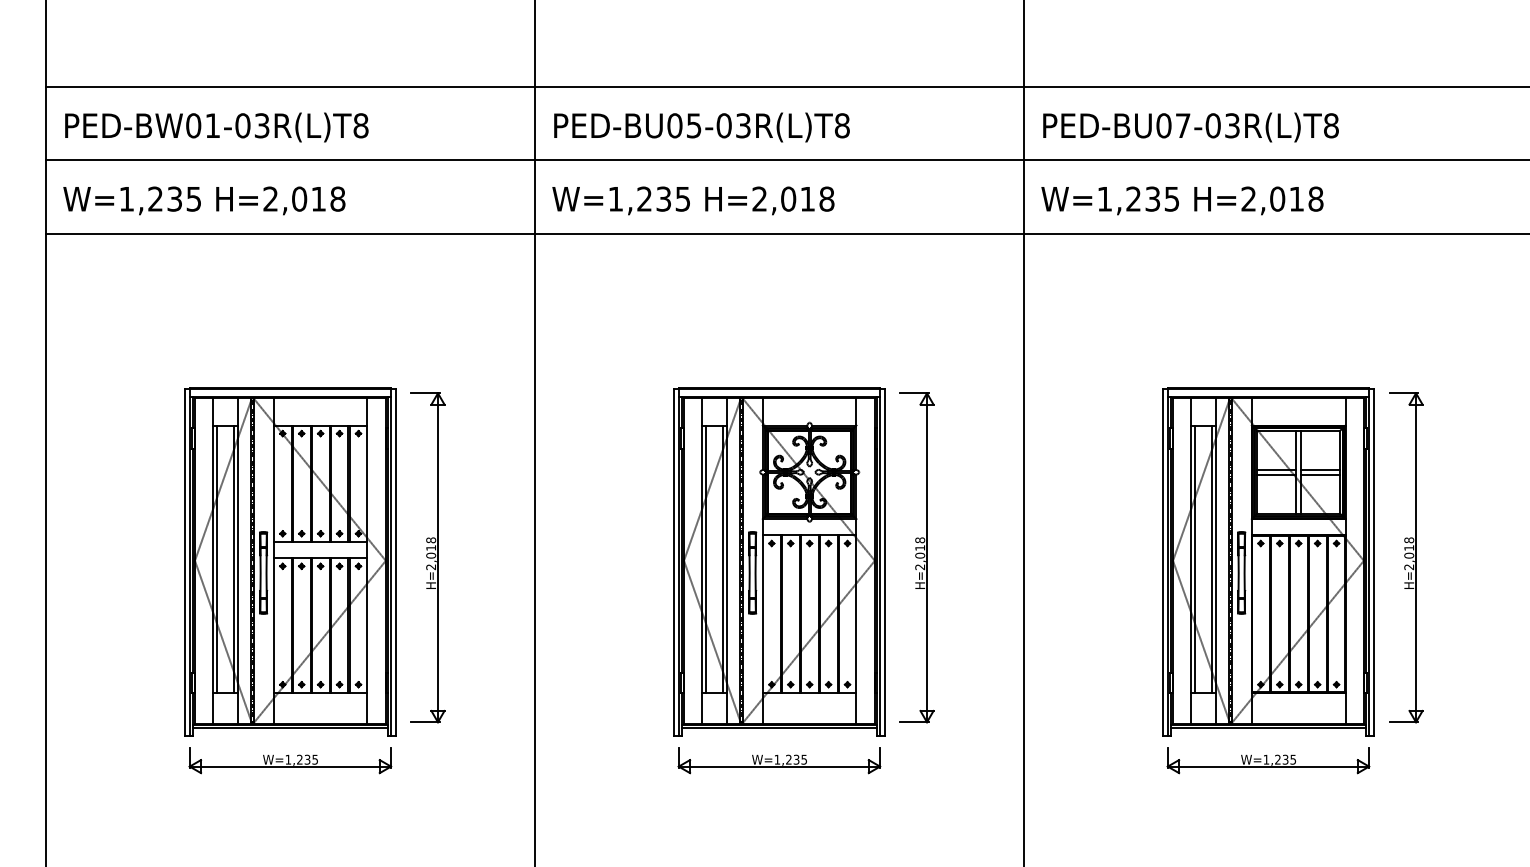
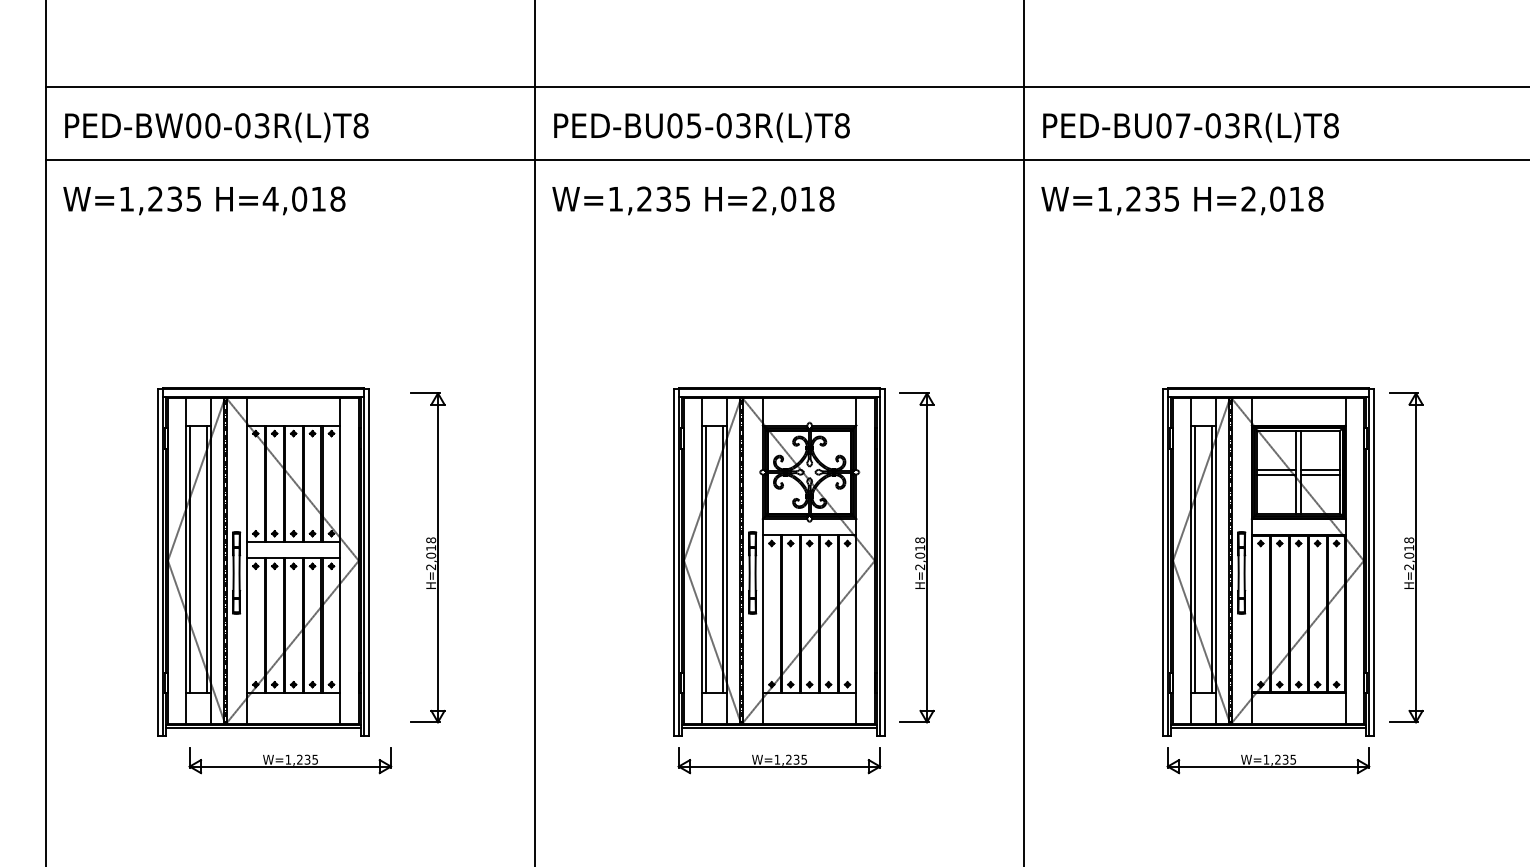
text at (212, 125): PED-BW01-03R(L)T8 -> PED-BW00-03R(L)T8
text at (270, 198): H=2,018 -> H=4,018
line at (785, 233): present -> none
part at (290, 561) position: (290, 561) -> (263, 561)
